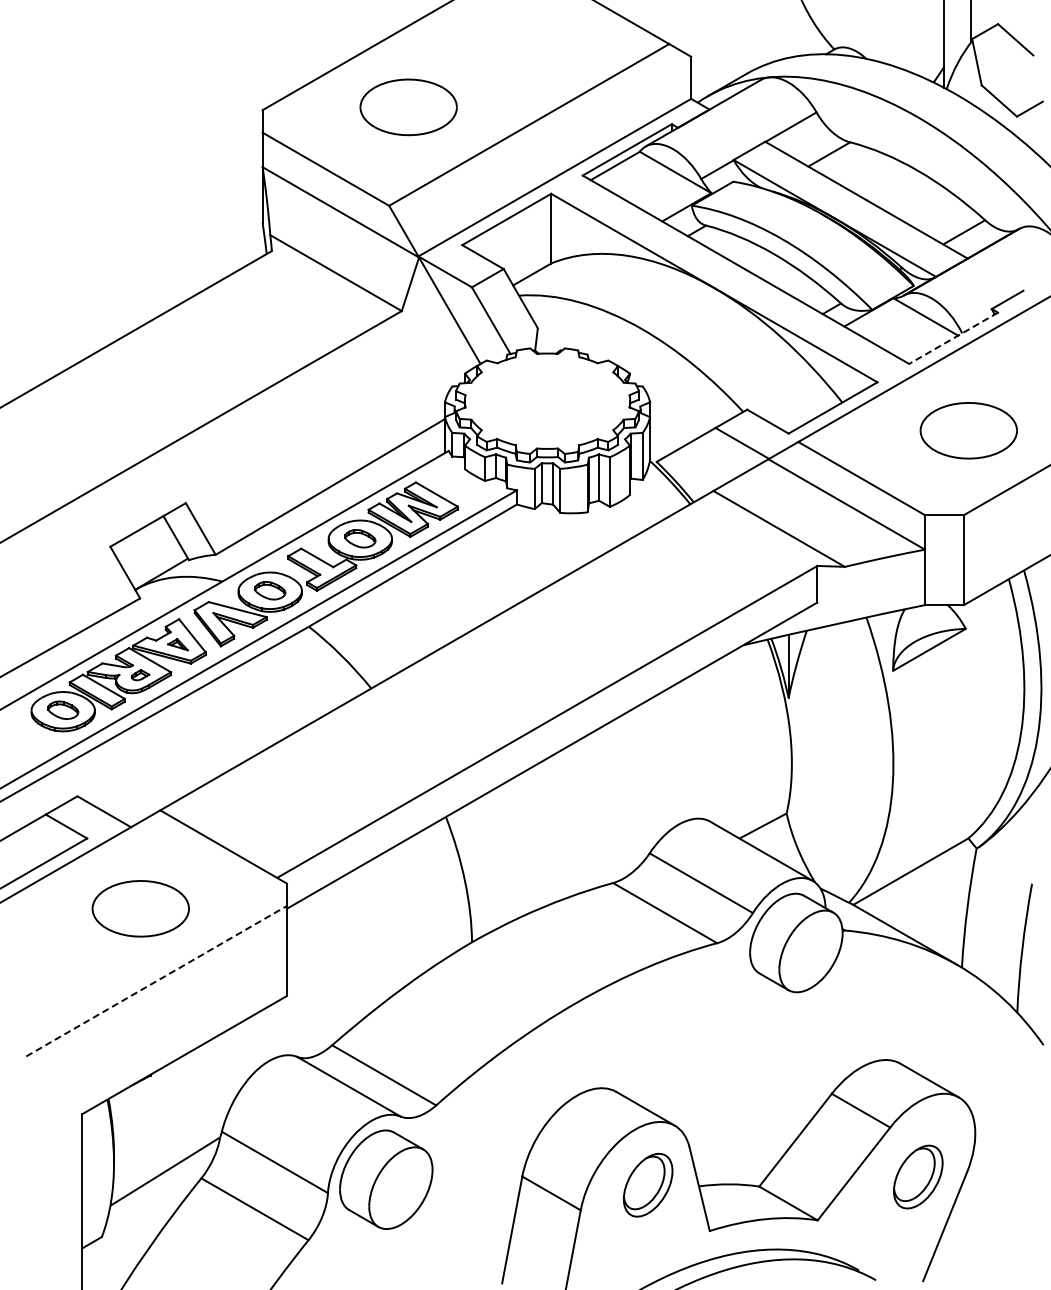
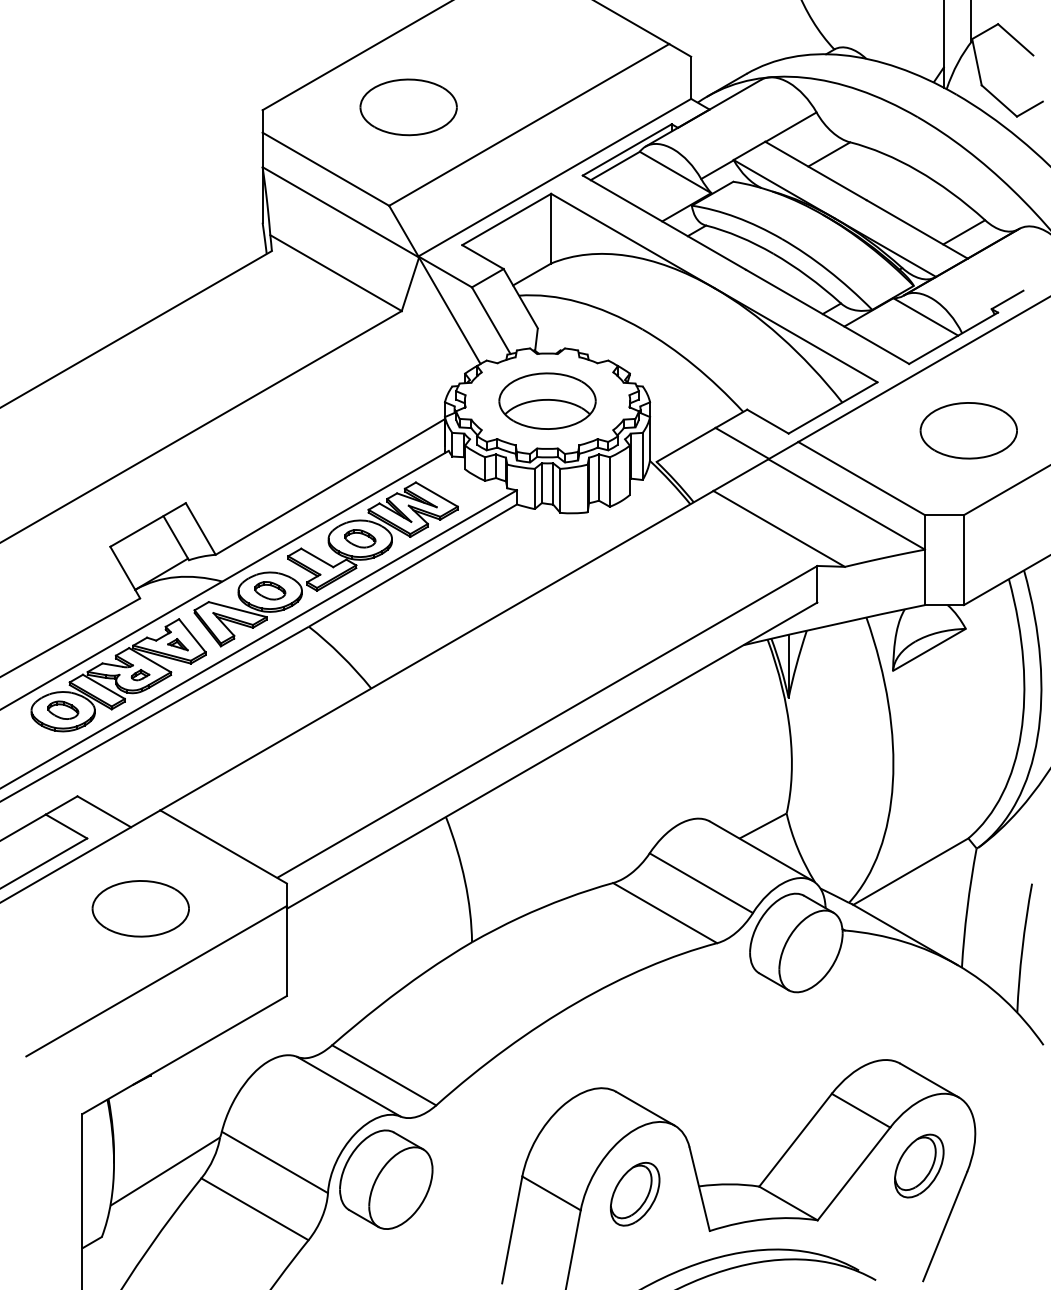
line at (953, 338): dashed -> solid
part at (547, 400): none -> present
line at (157, 980): dashed -> solid
part at (918, 1176) position: (918, 1176) -> (919, 1165)
part at (647, 1185) position: (647, 1185) -> (634, 1194)
